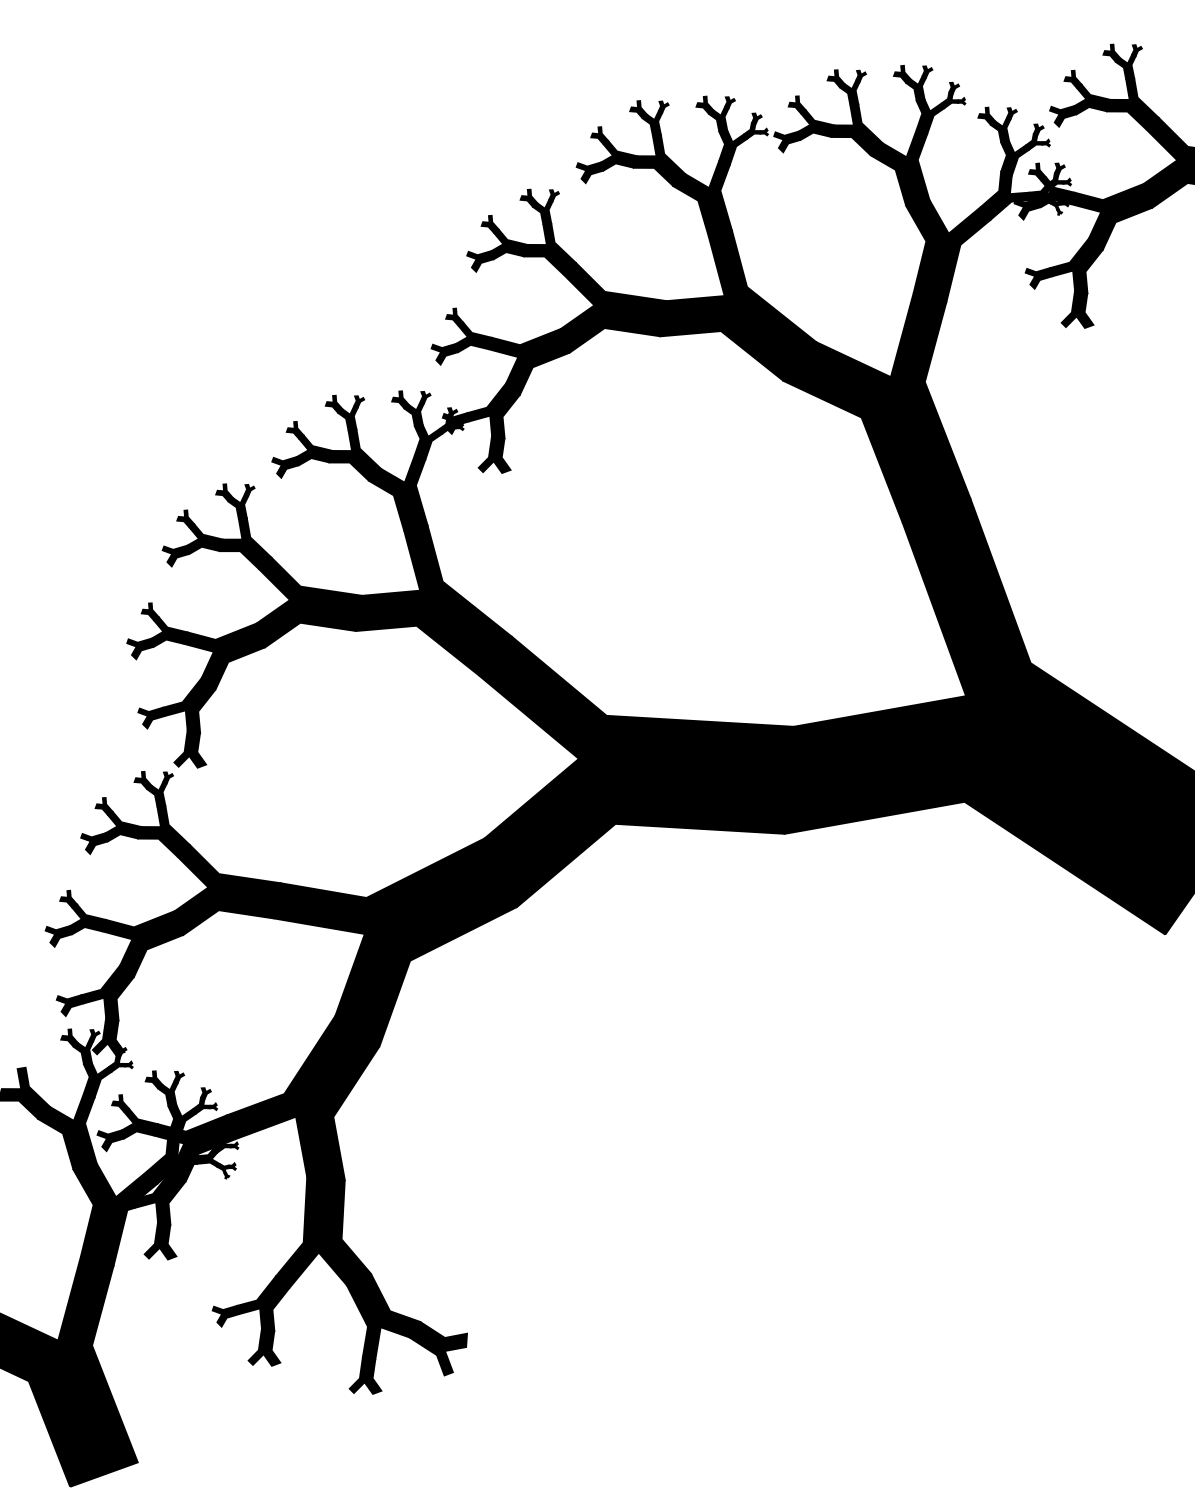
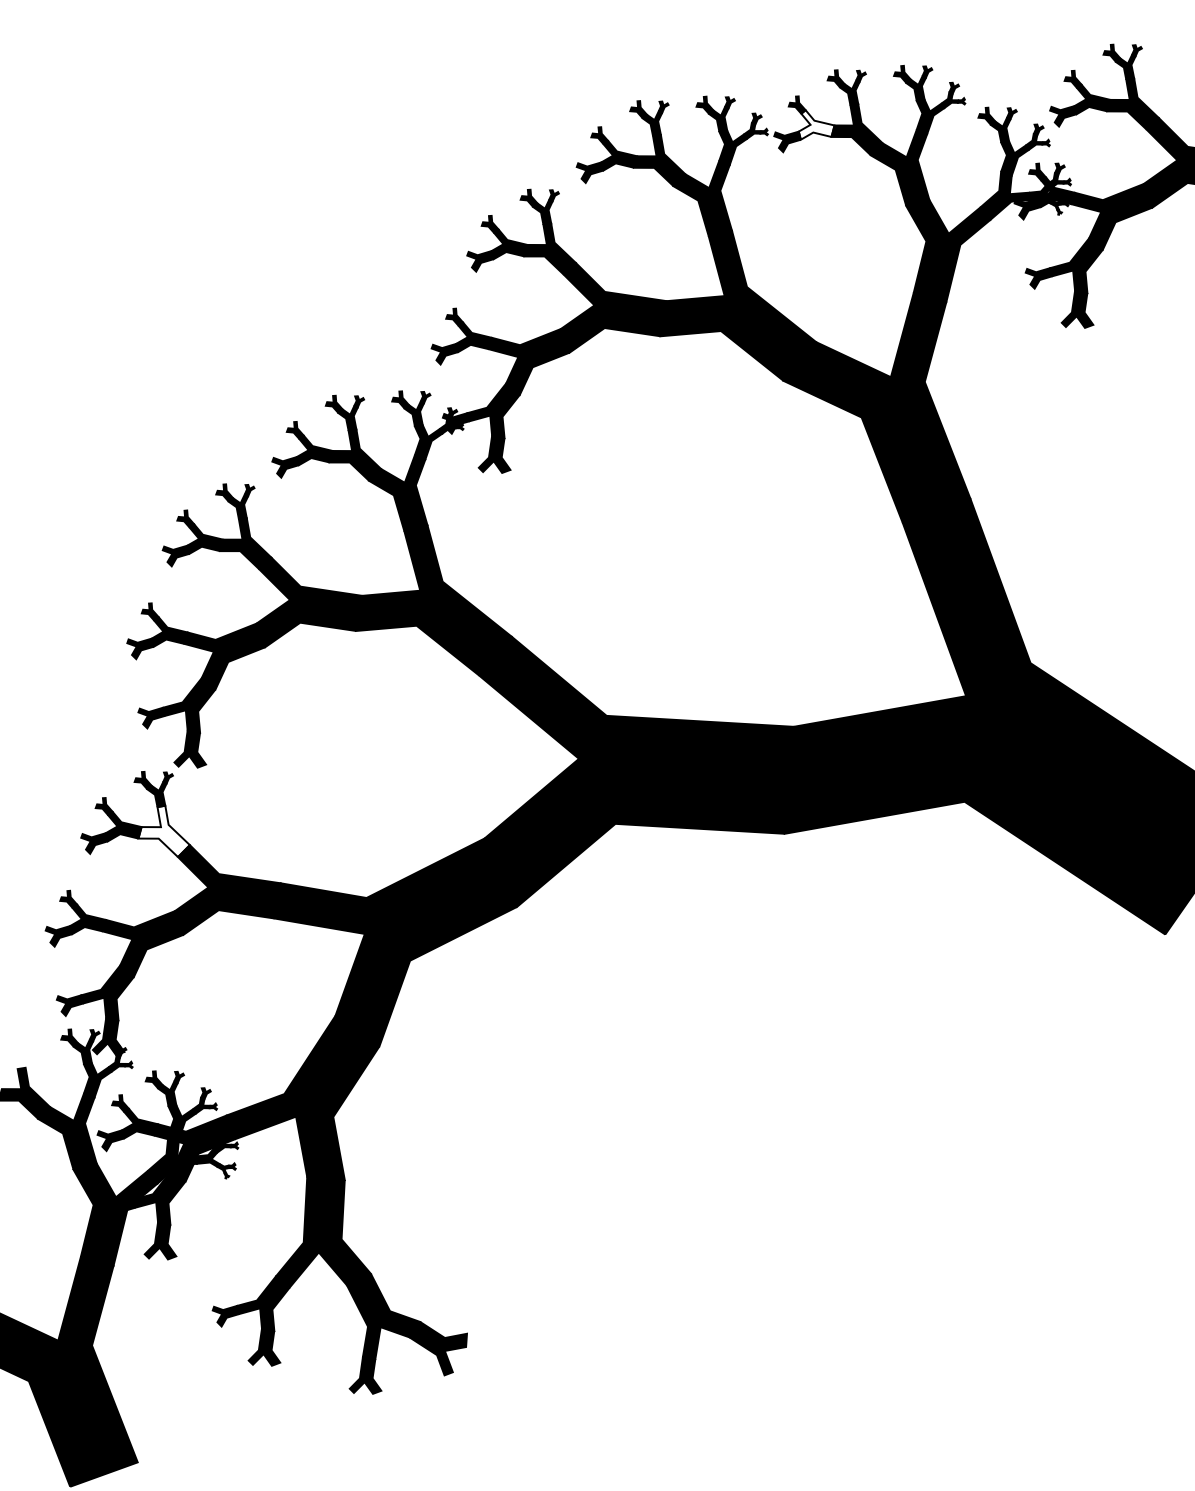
fill at (816, 124): present -> none
fill at (163, 831): present -> none
